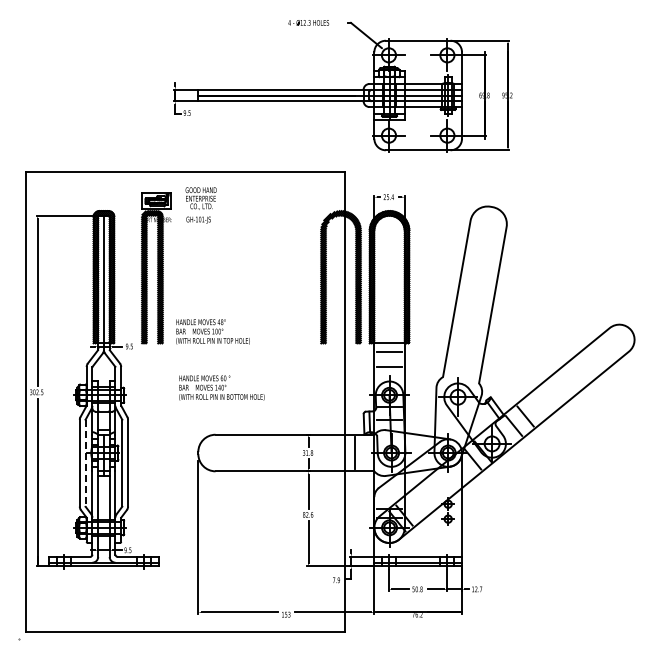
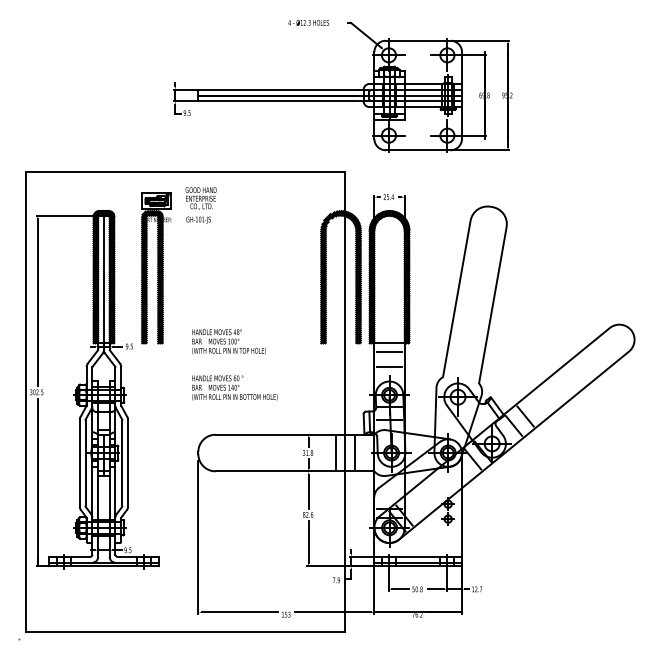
text at (212, 331) position: (212, 331) -> (228, 341)
text at (221, 387) position: (221, 387) -> (234, 387)
line at (336, 453): none -> present
line at (85, 463): dashed -> solid
